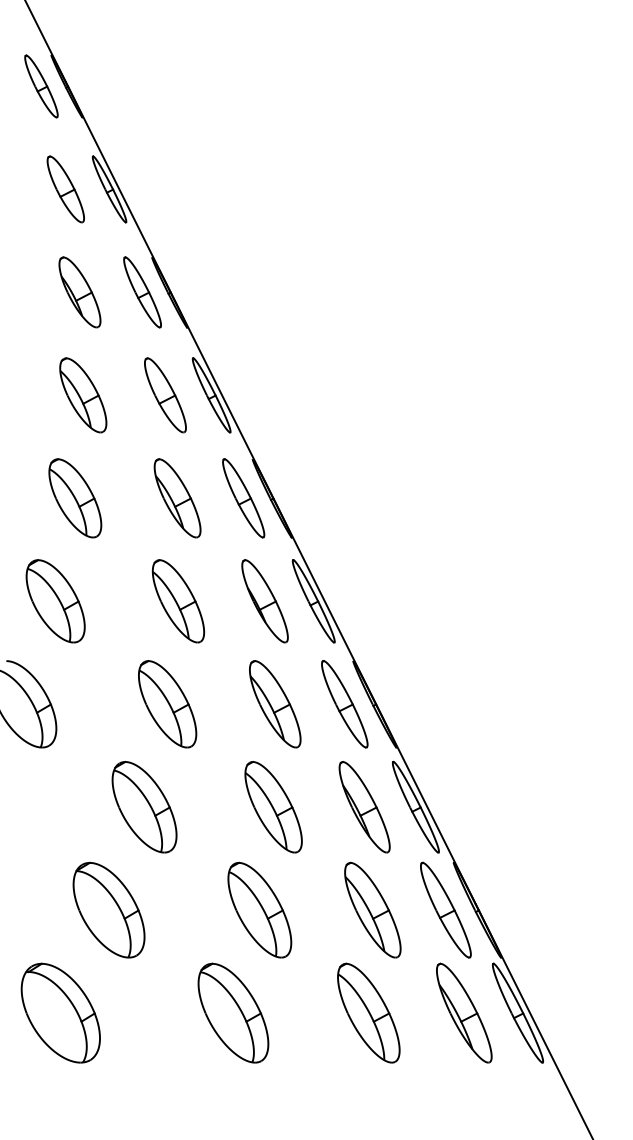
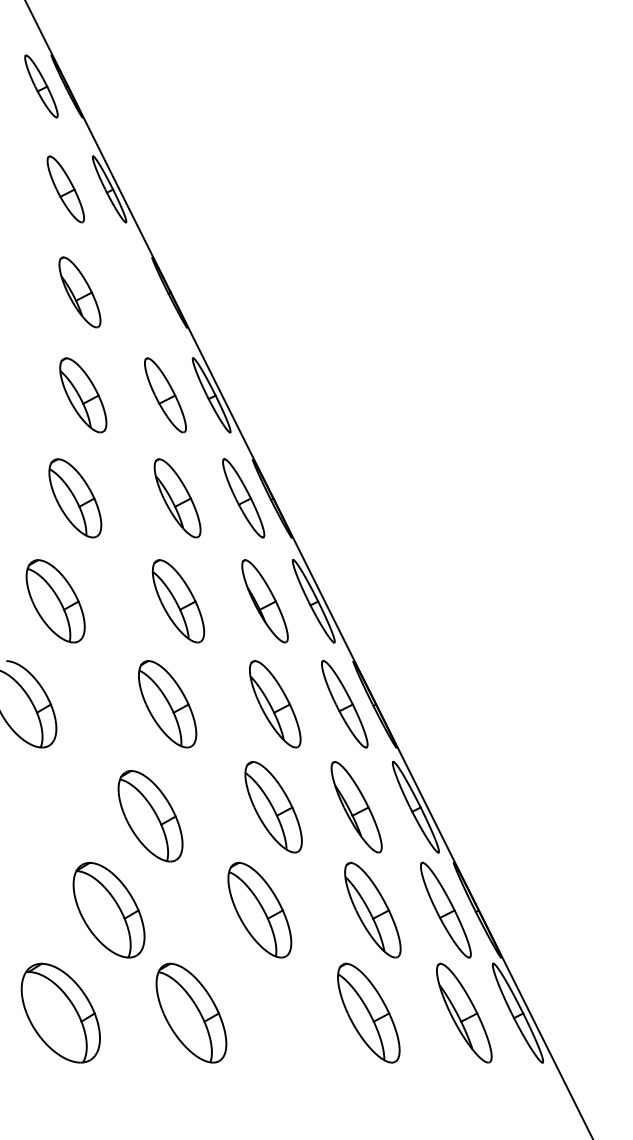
part at (142, 292): present -> none
part at (144, 806) position: (144, 806) -> (150, 815)
part at (364, 807) position: (364, 807) -> (356, 807)
part at (233, 1012) position: (233, 1012) -> (191, 1012)
